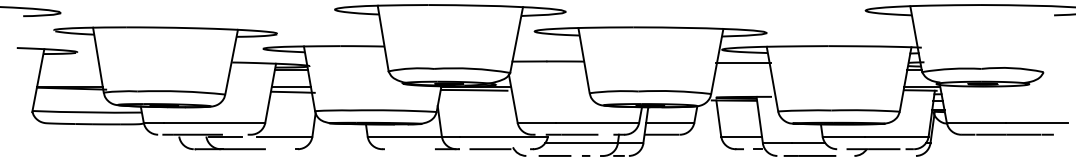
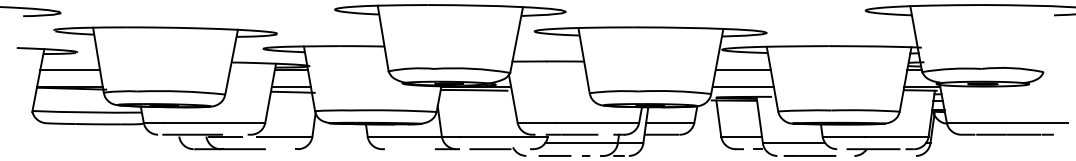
line at (742, 63) position: (742, 63) -> (742, 70)
line at (70, 70): none -> present
line at (742, 86): none -> present
